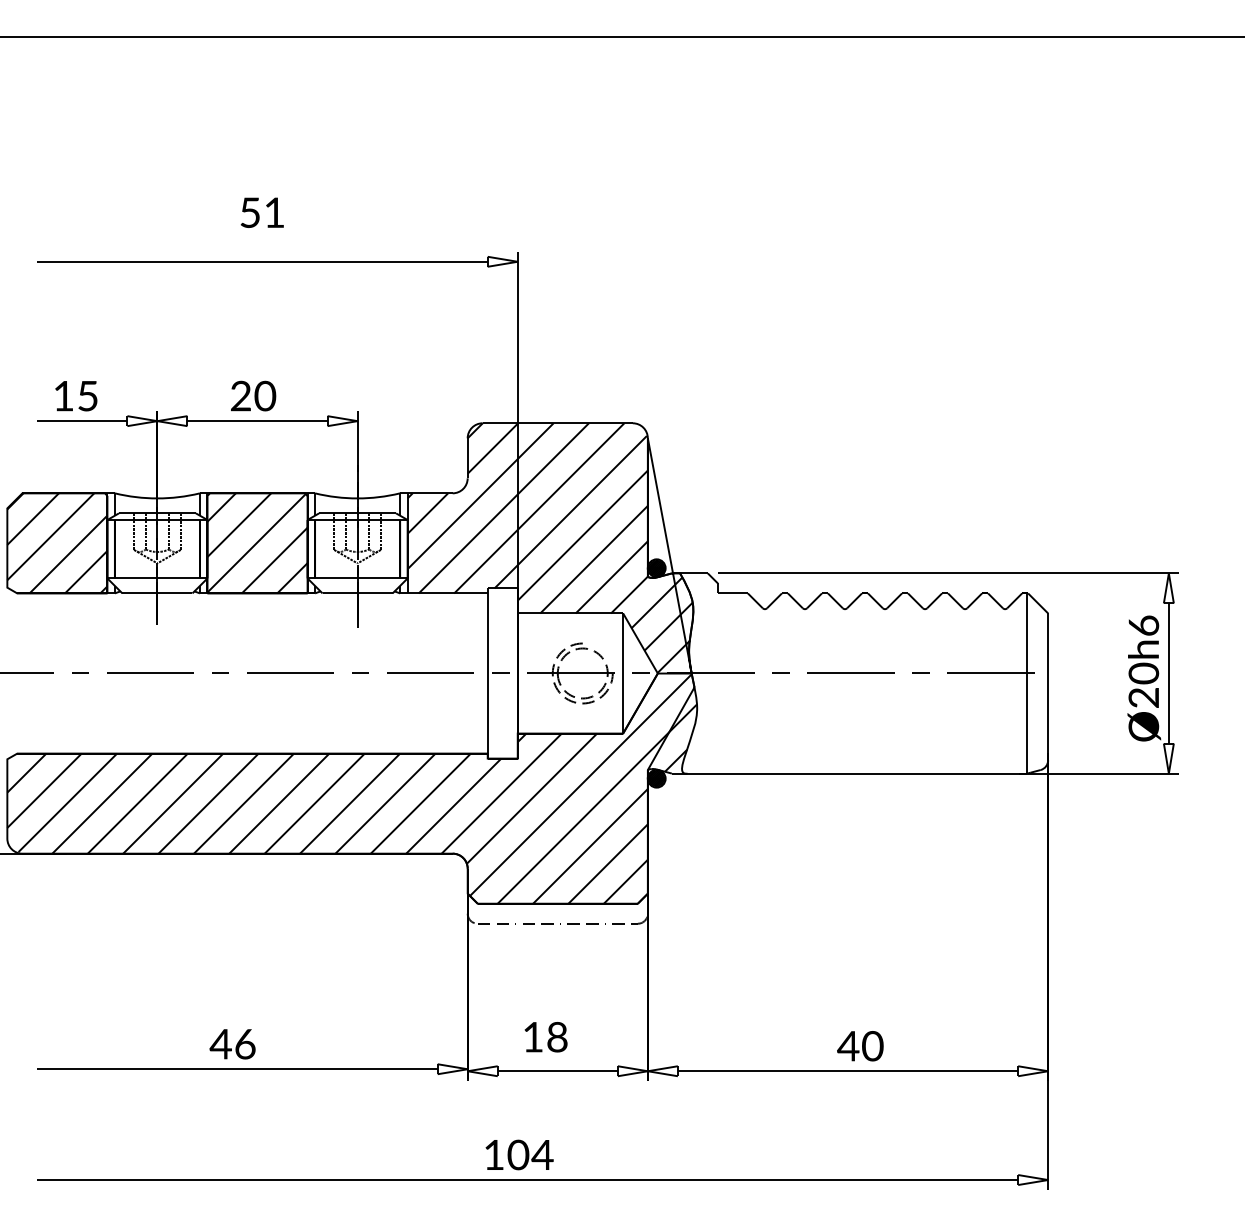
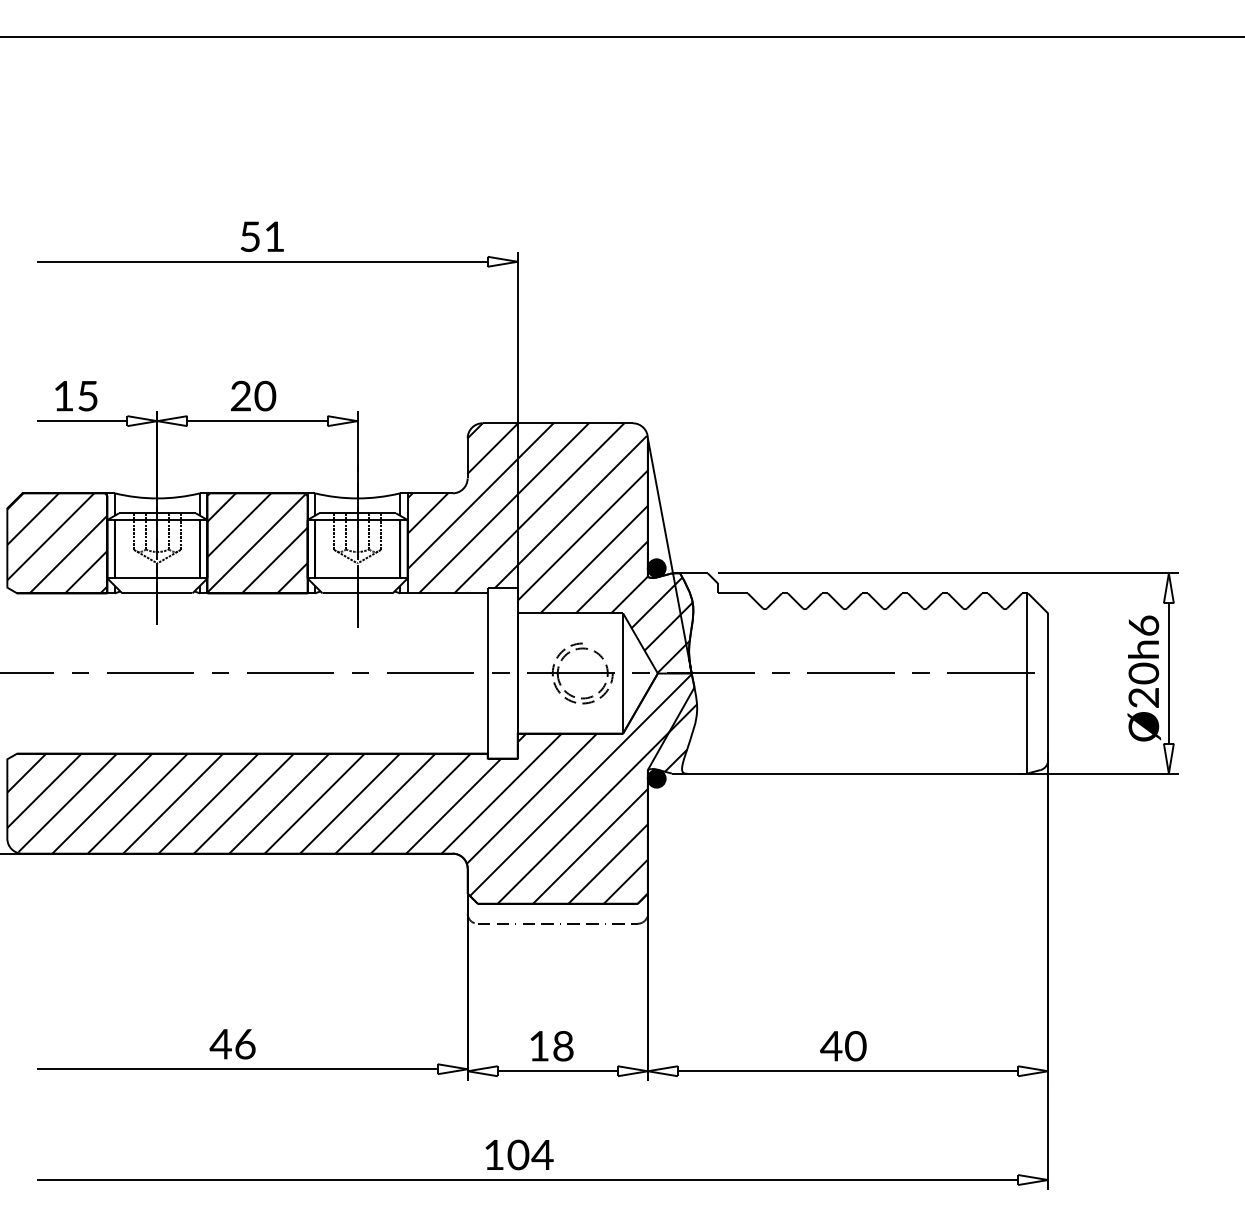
text at (261, 212) position: (261, 212) -> (261, 236)
text at (545, 1037) position: (545, 1037) -> (551, 1046)
text at (860, 1046) position: (860, 1046) -> (843, 1046)
